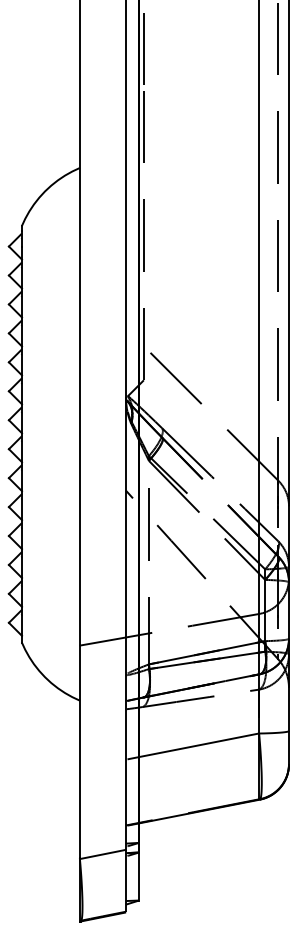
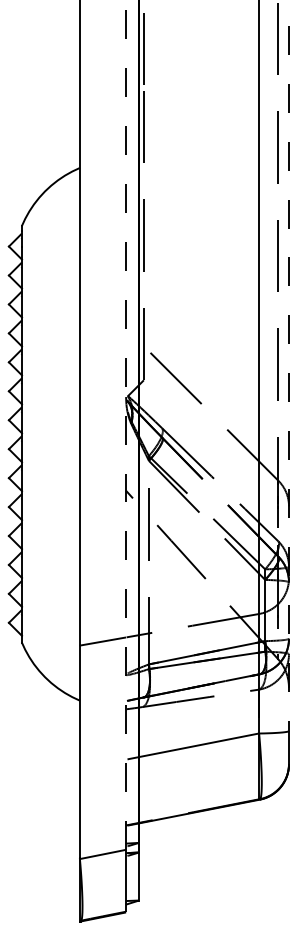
line at (289, 366): solid -> dashed
line at (126, 425): solid -> dashed
